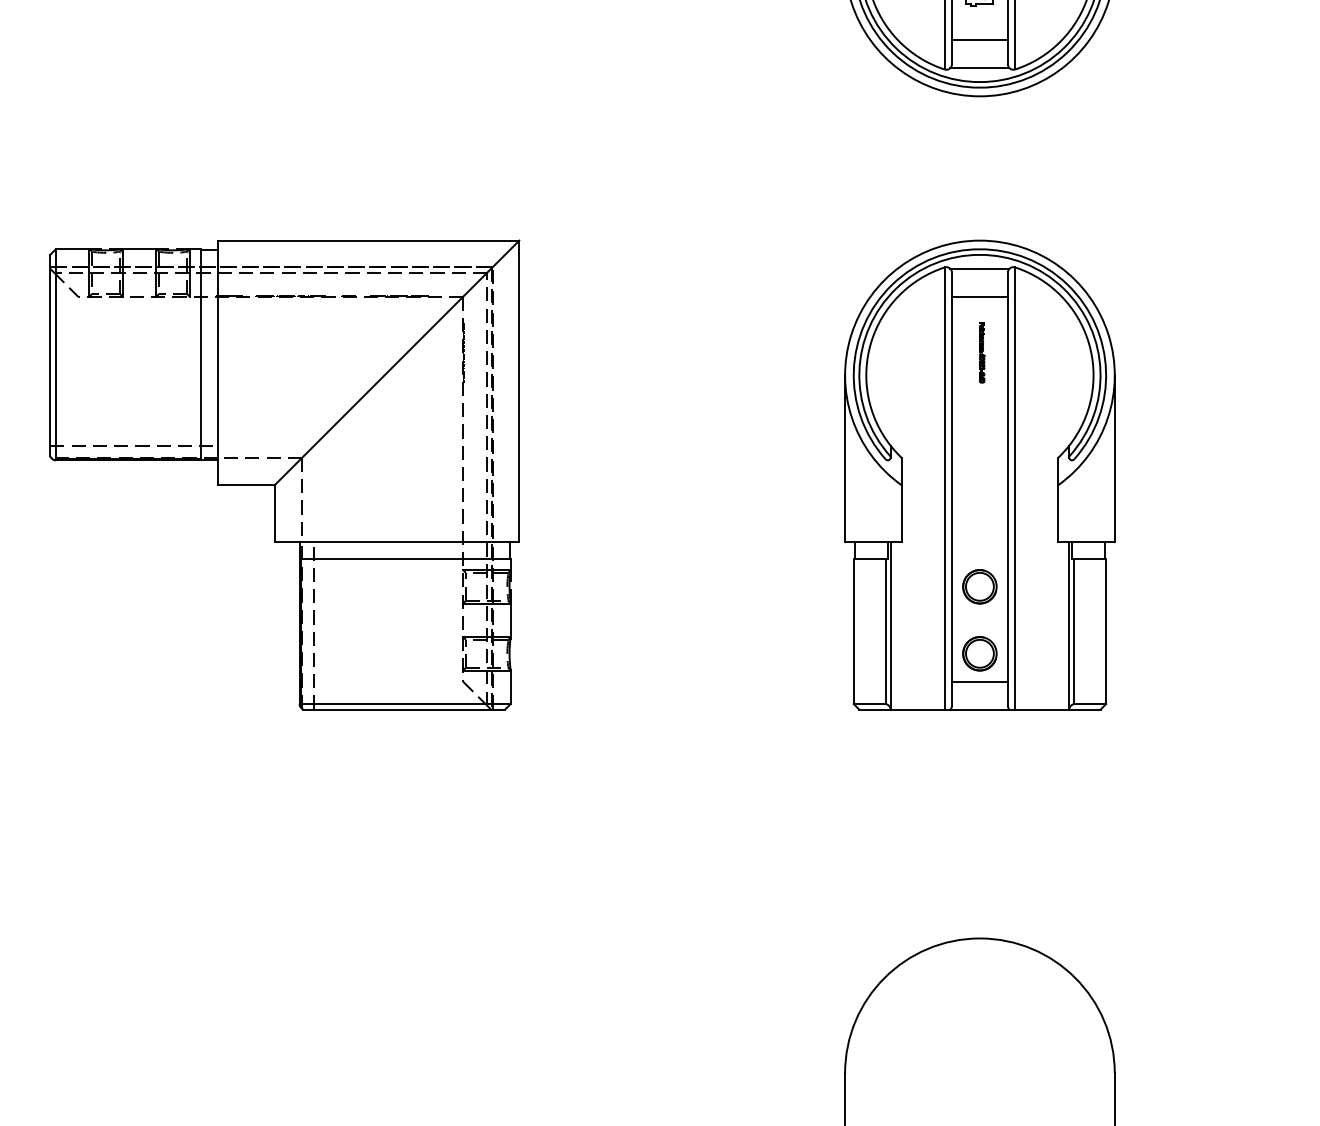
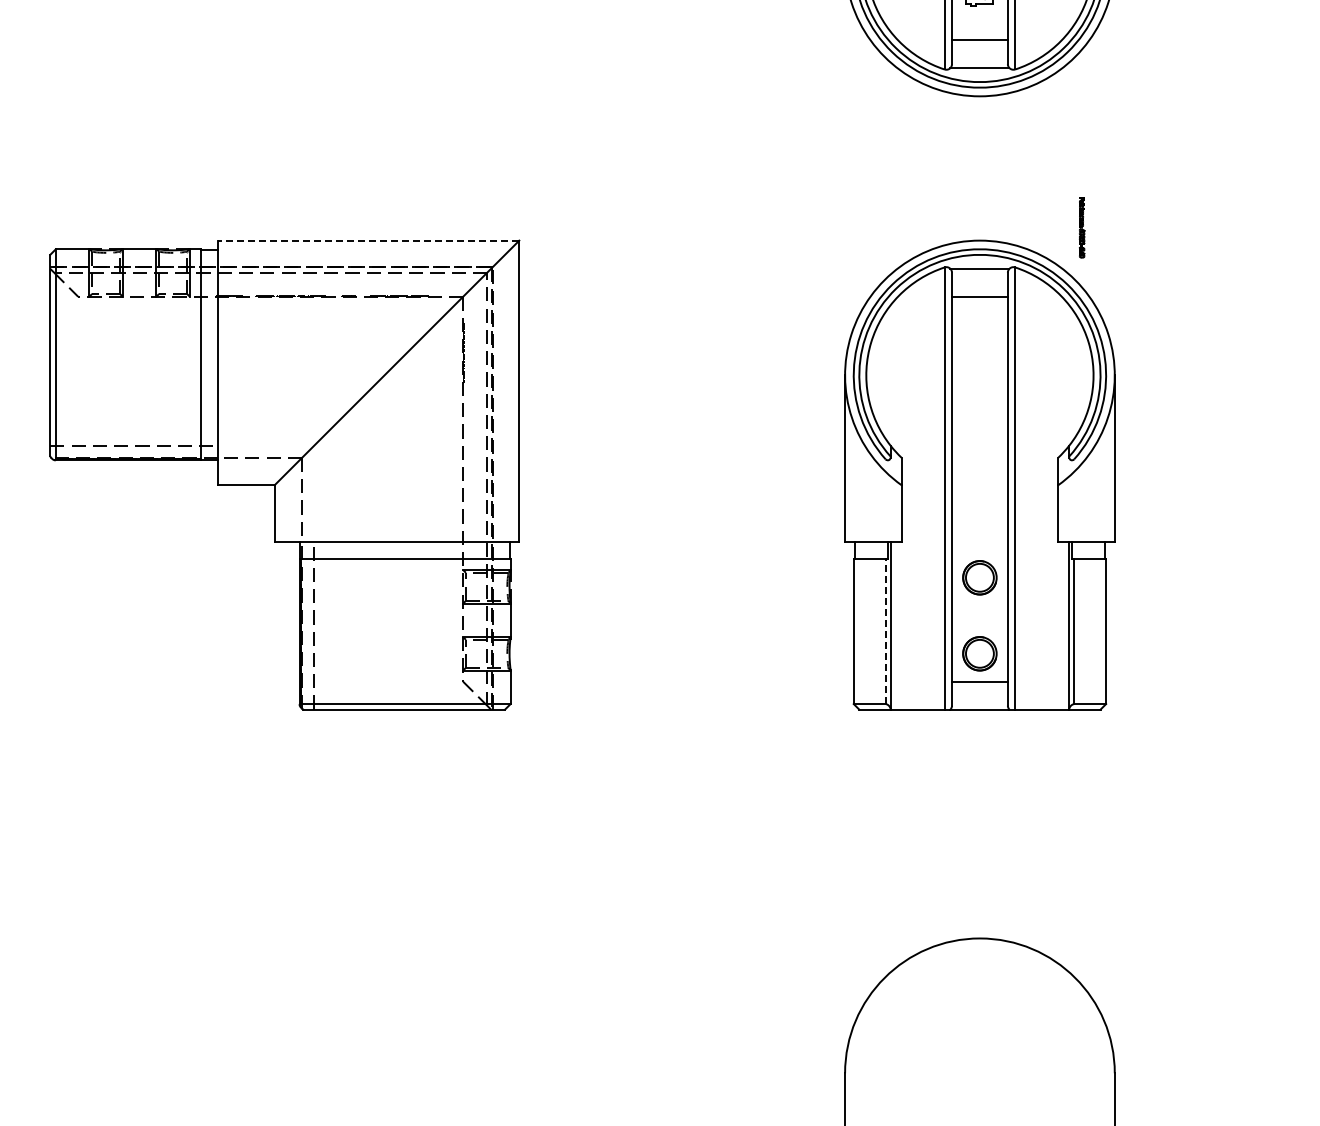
line at (368, 240): solid -> dashed
part at (982, 352) position: (982, 352) -> (1082, 227)
part at (979, 586) position: (979, 586) -> (979, 577)
line at (885, 631): solid -> dashed
